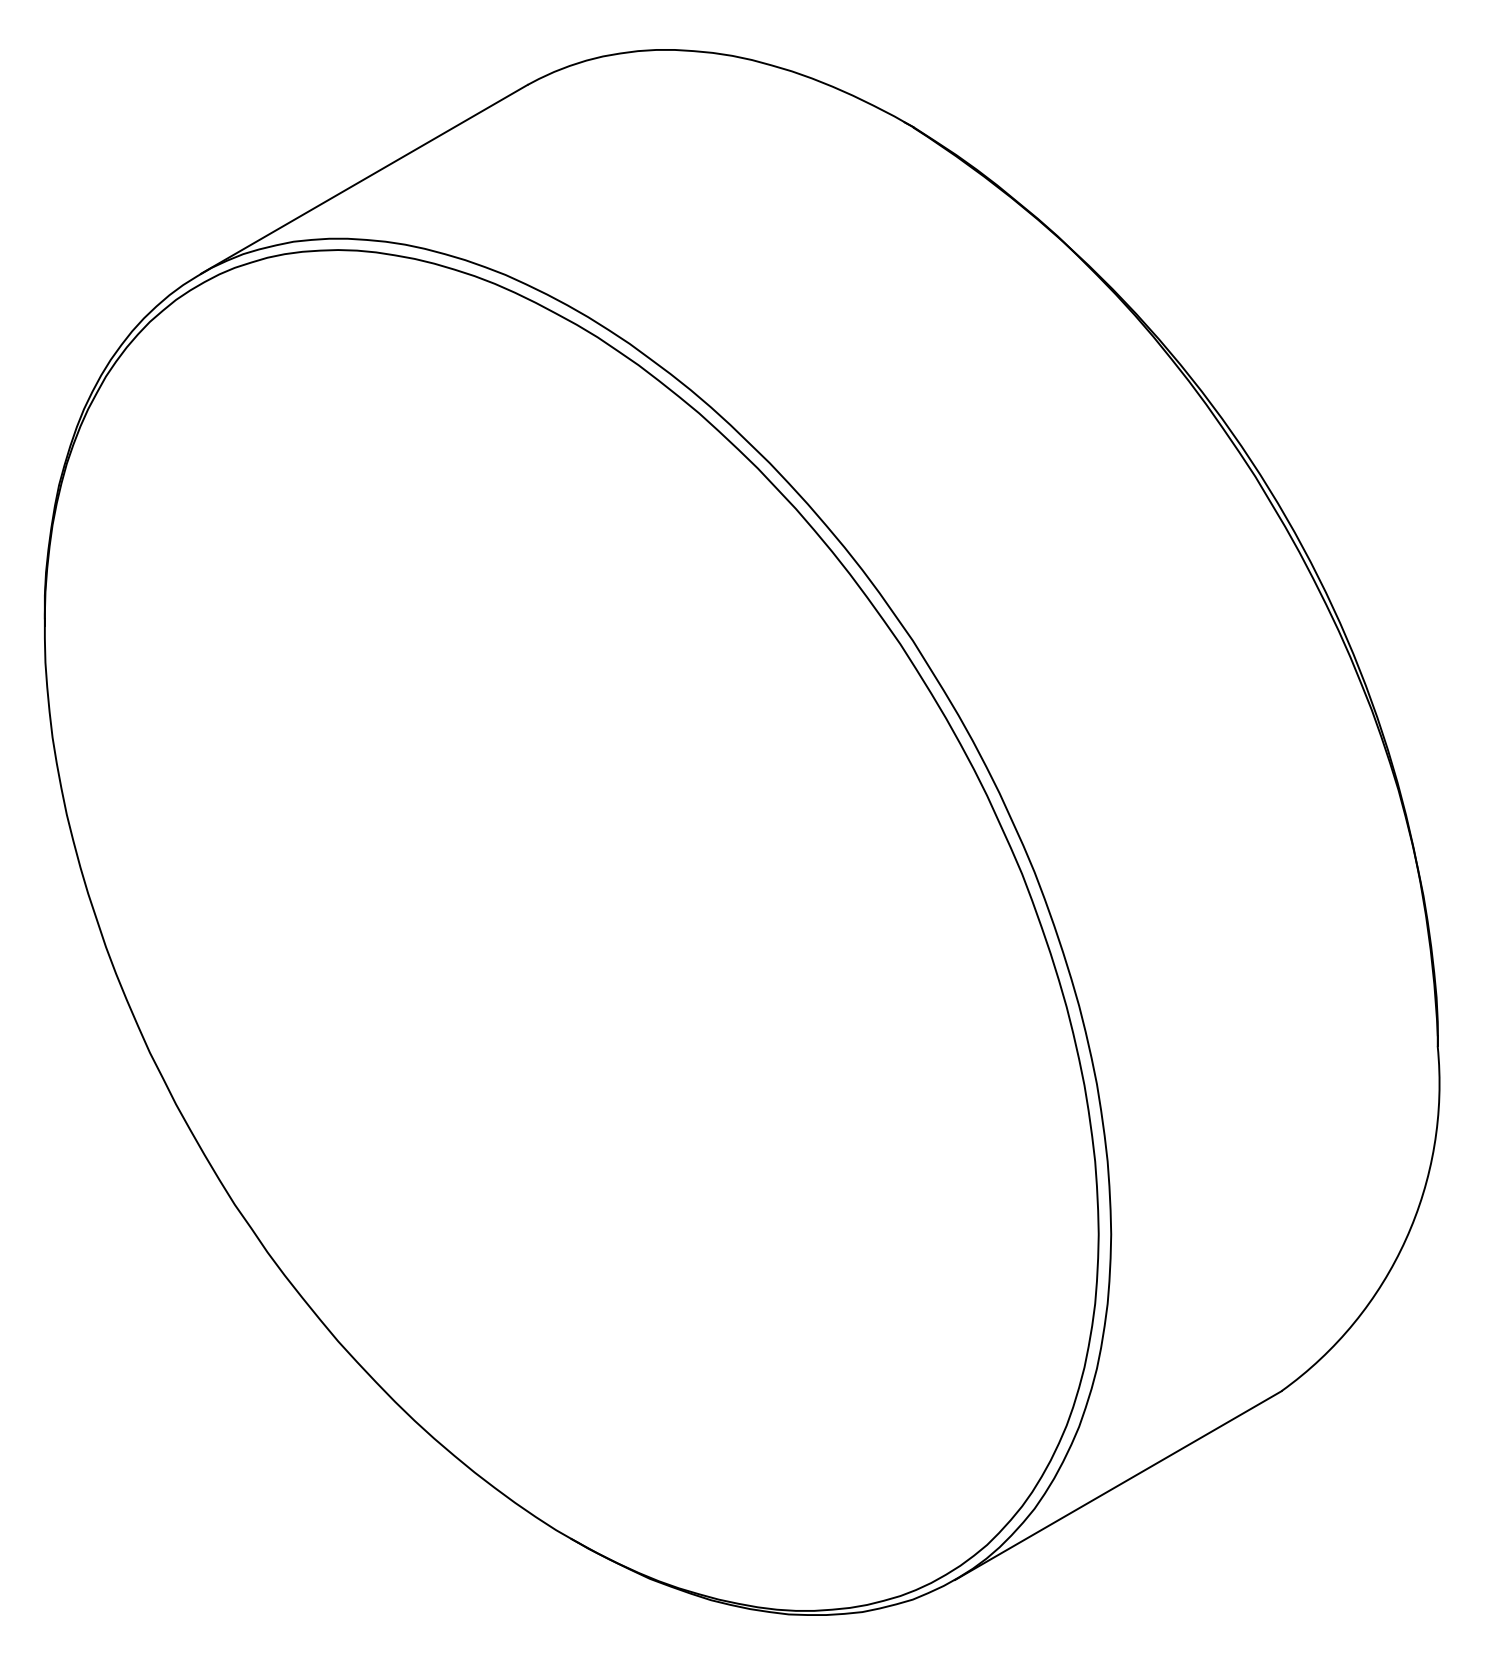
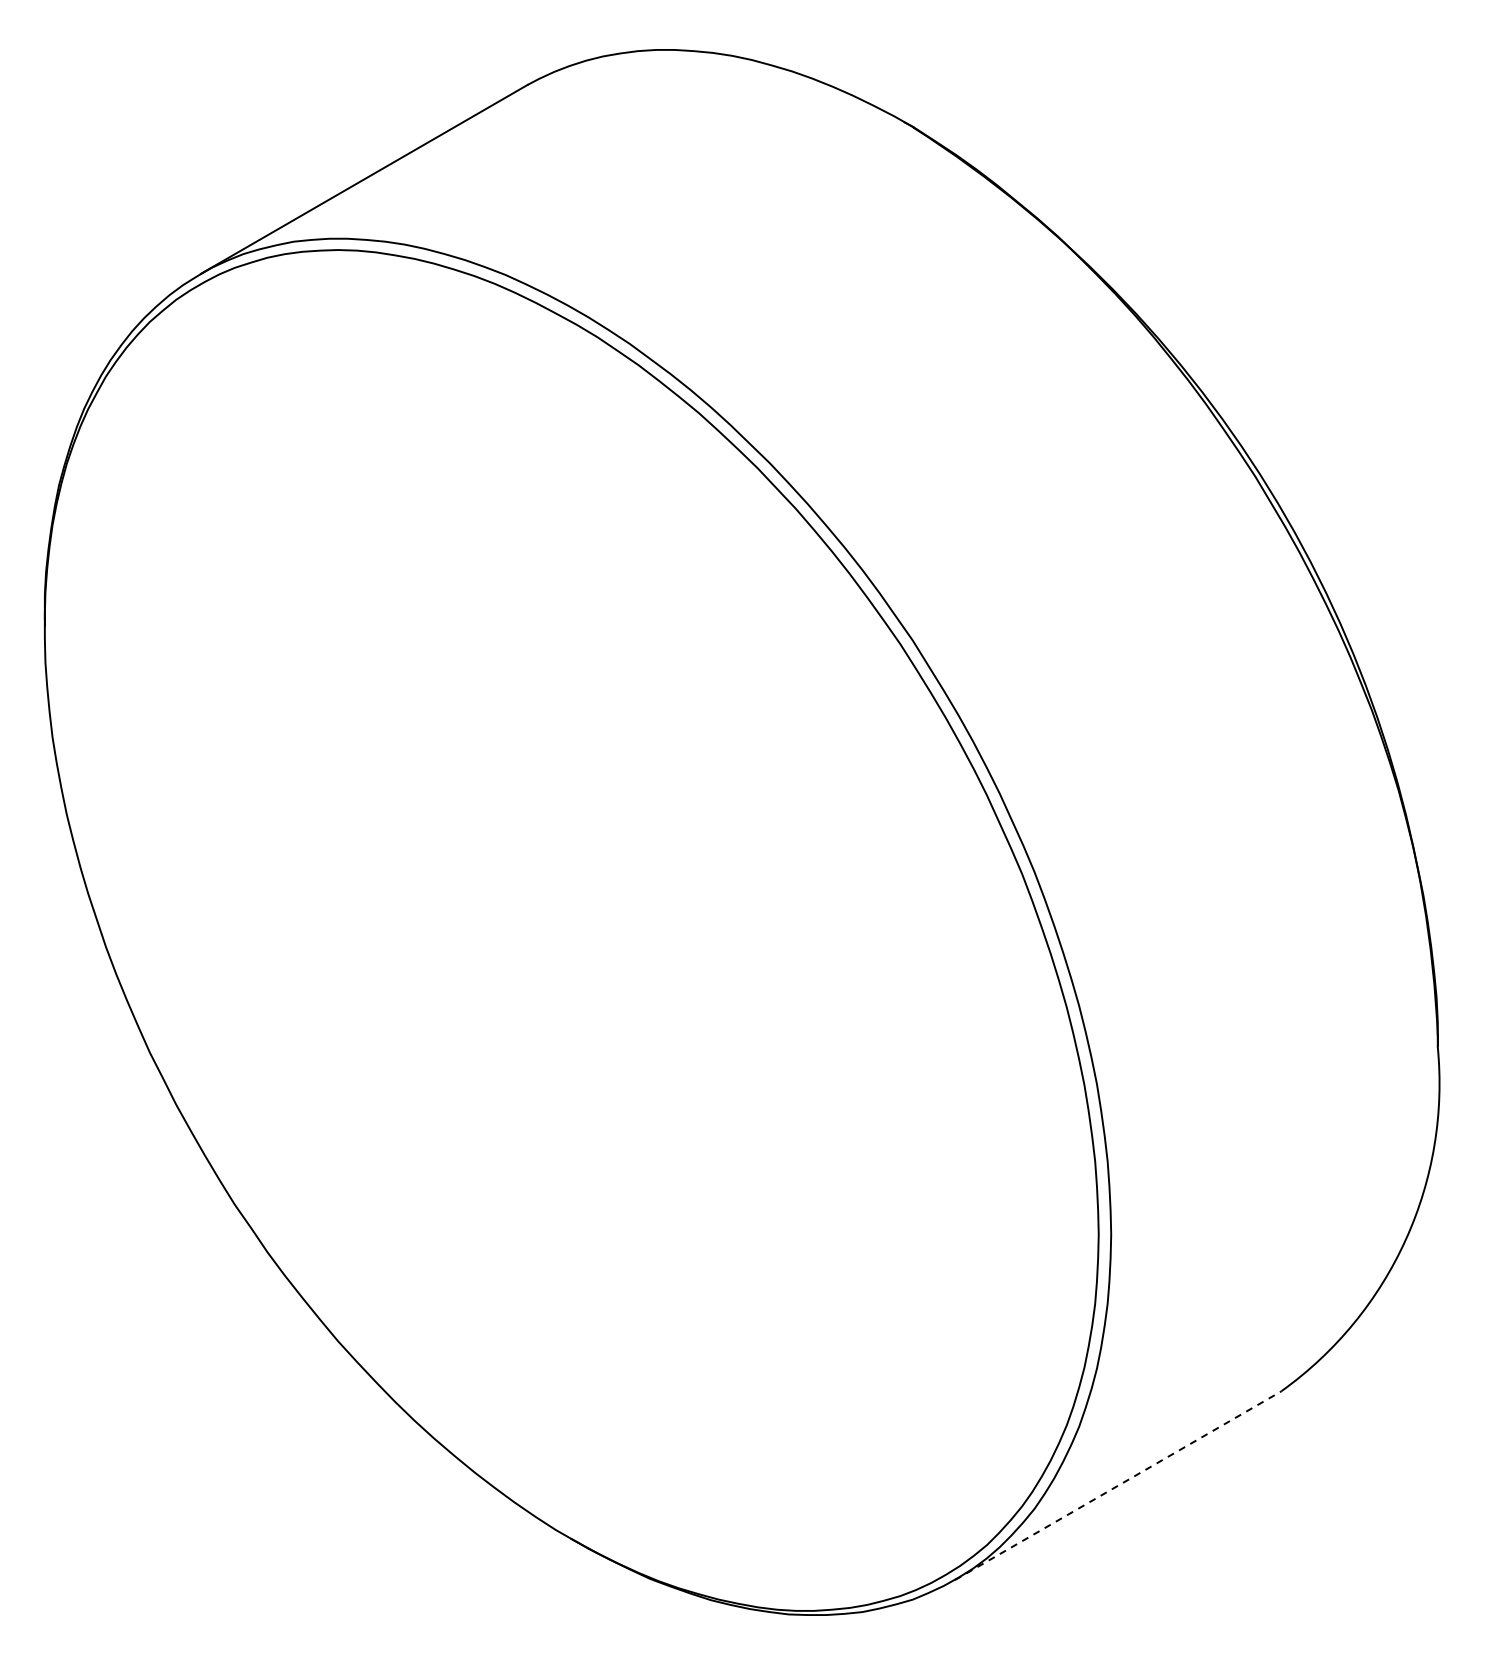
line at (1118, 1485): solid -> dashed
